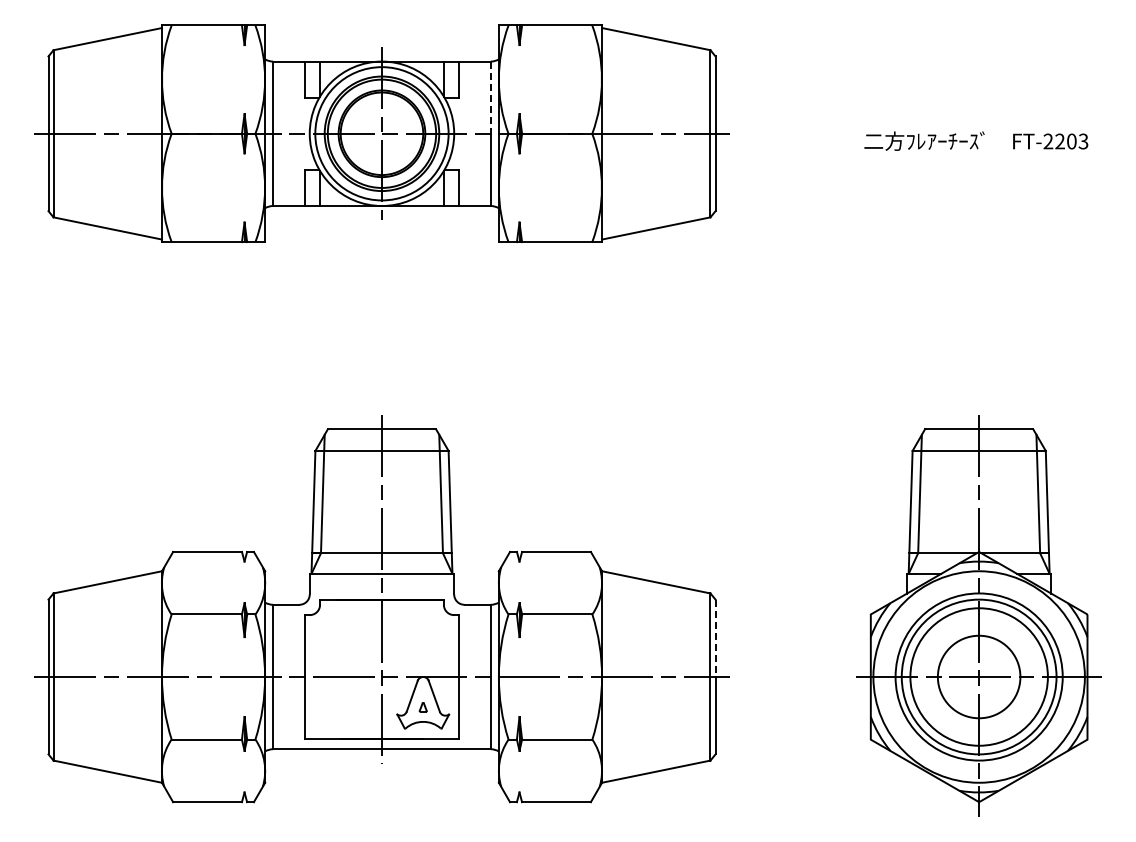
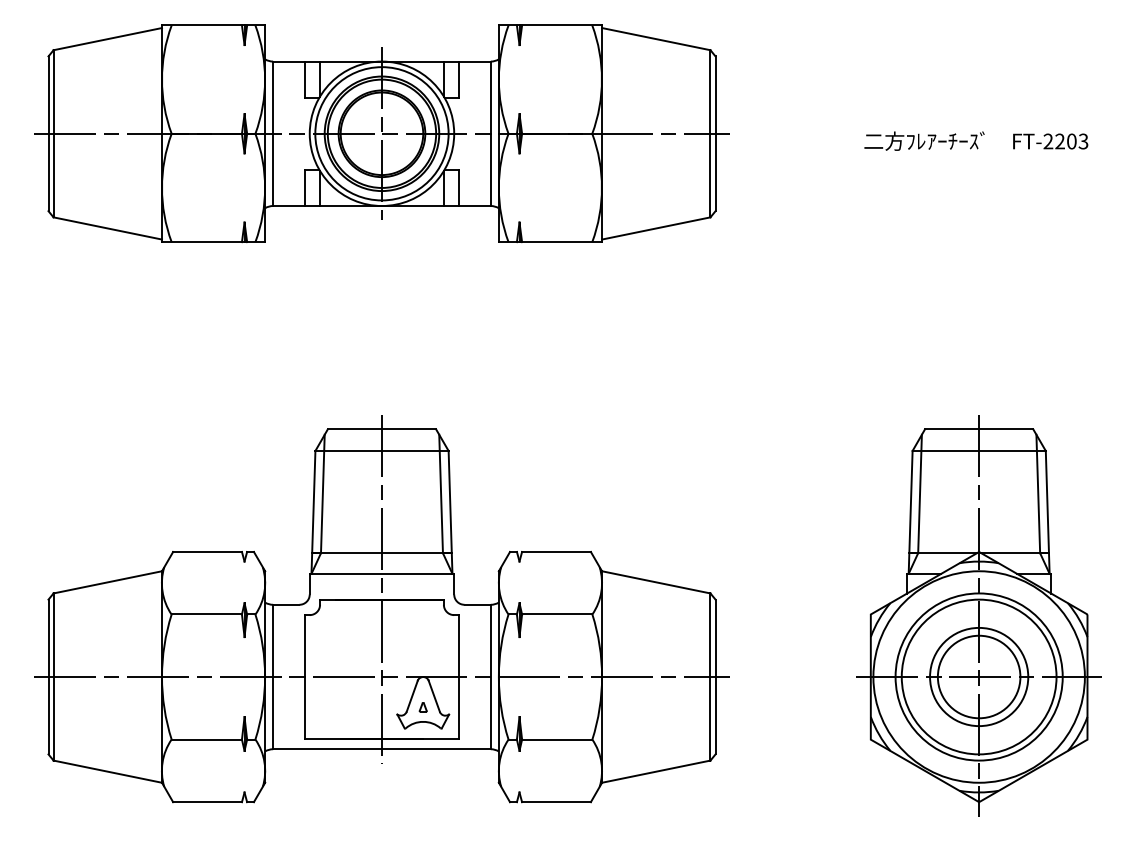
line at (490, 98): dashed -> solid
line at (715, 638): dashed -> solid
circle at (978, 676) diameter: 138 px -> 98 px
